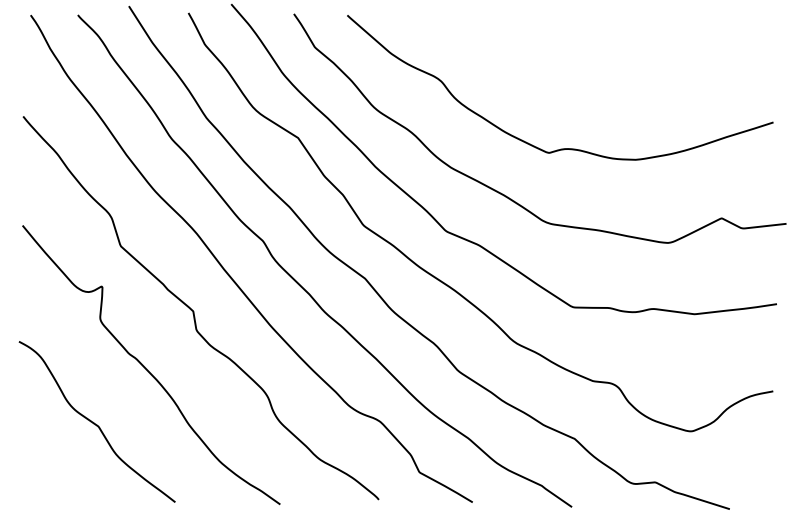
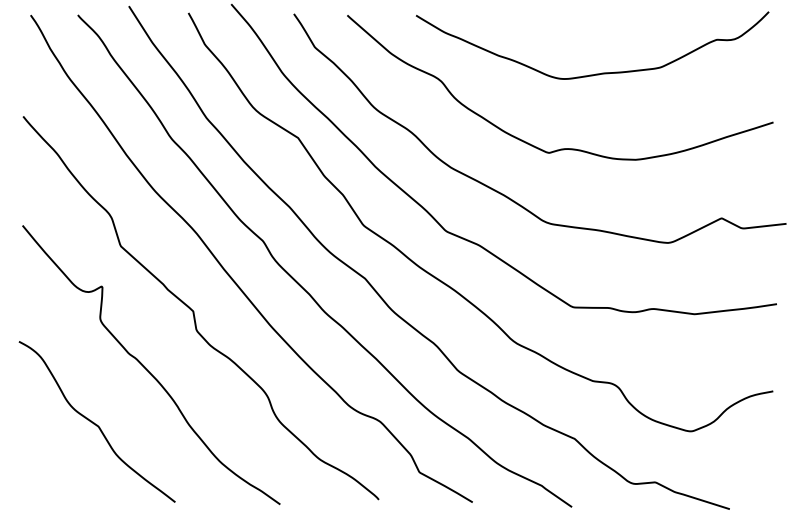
curve at (595, 73): none -> present
